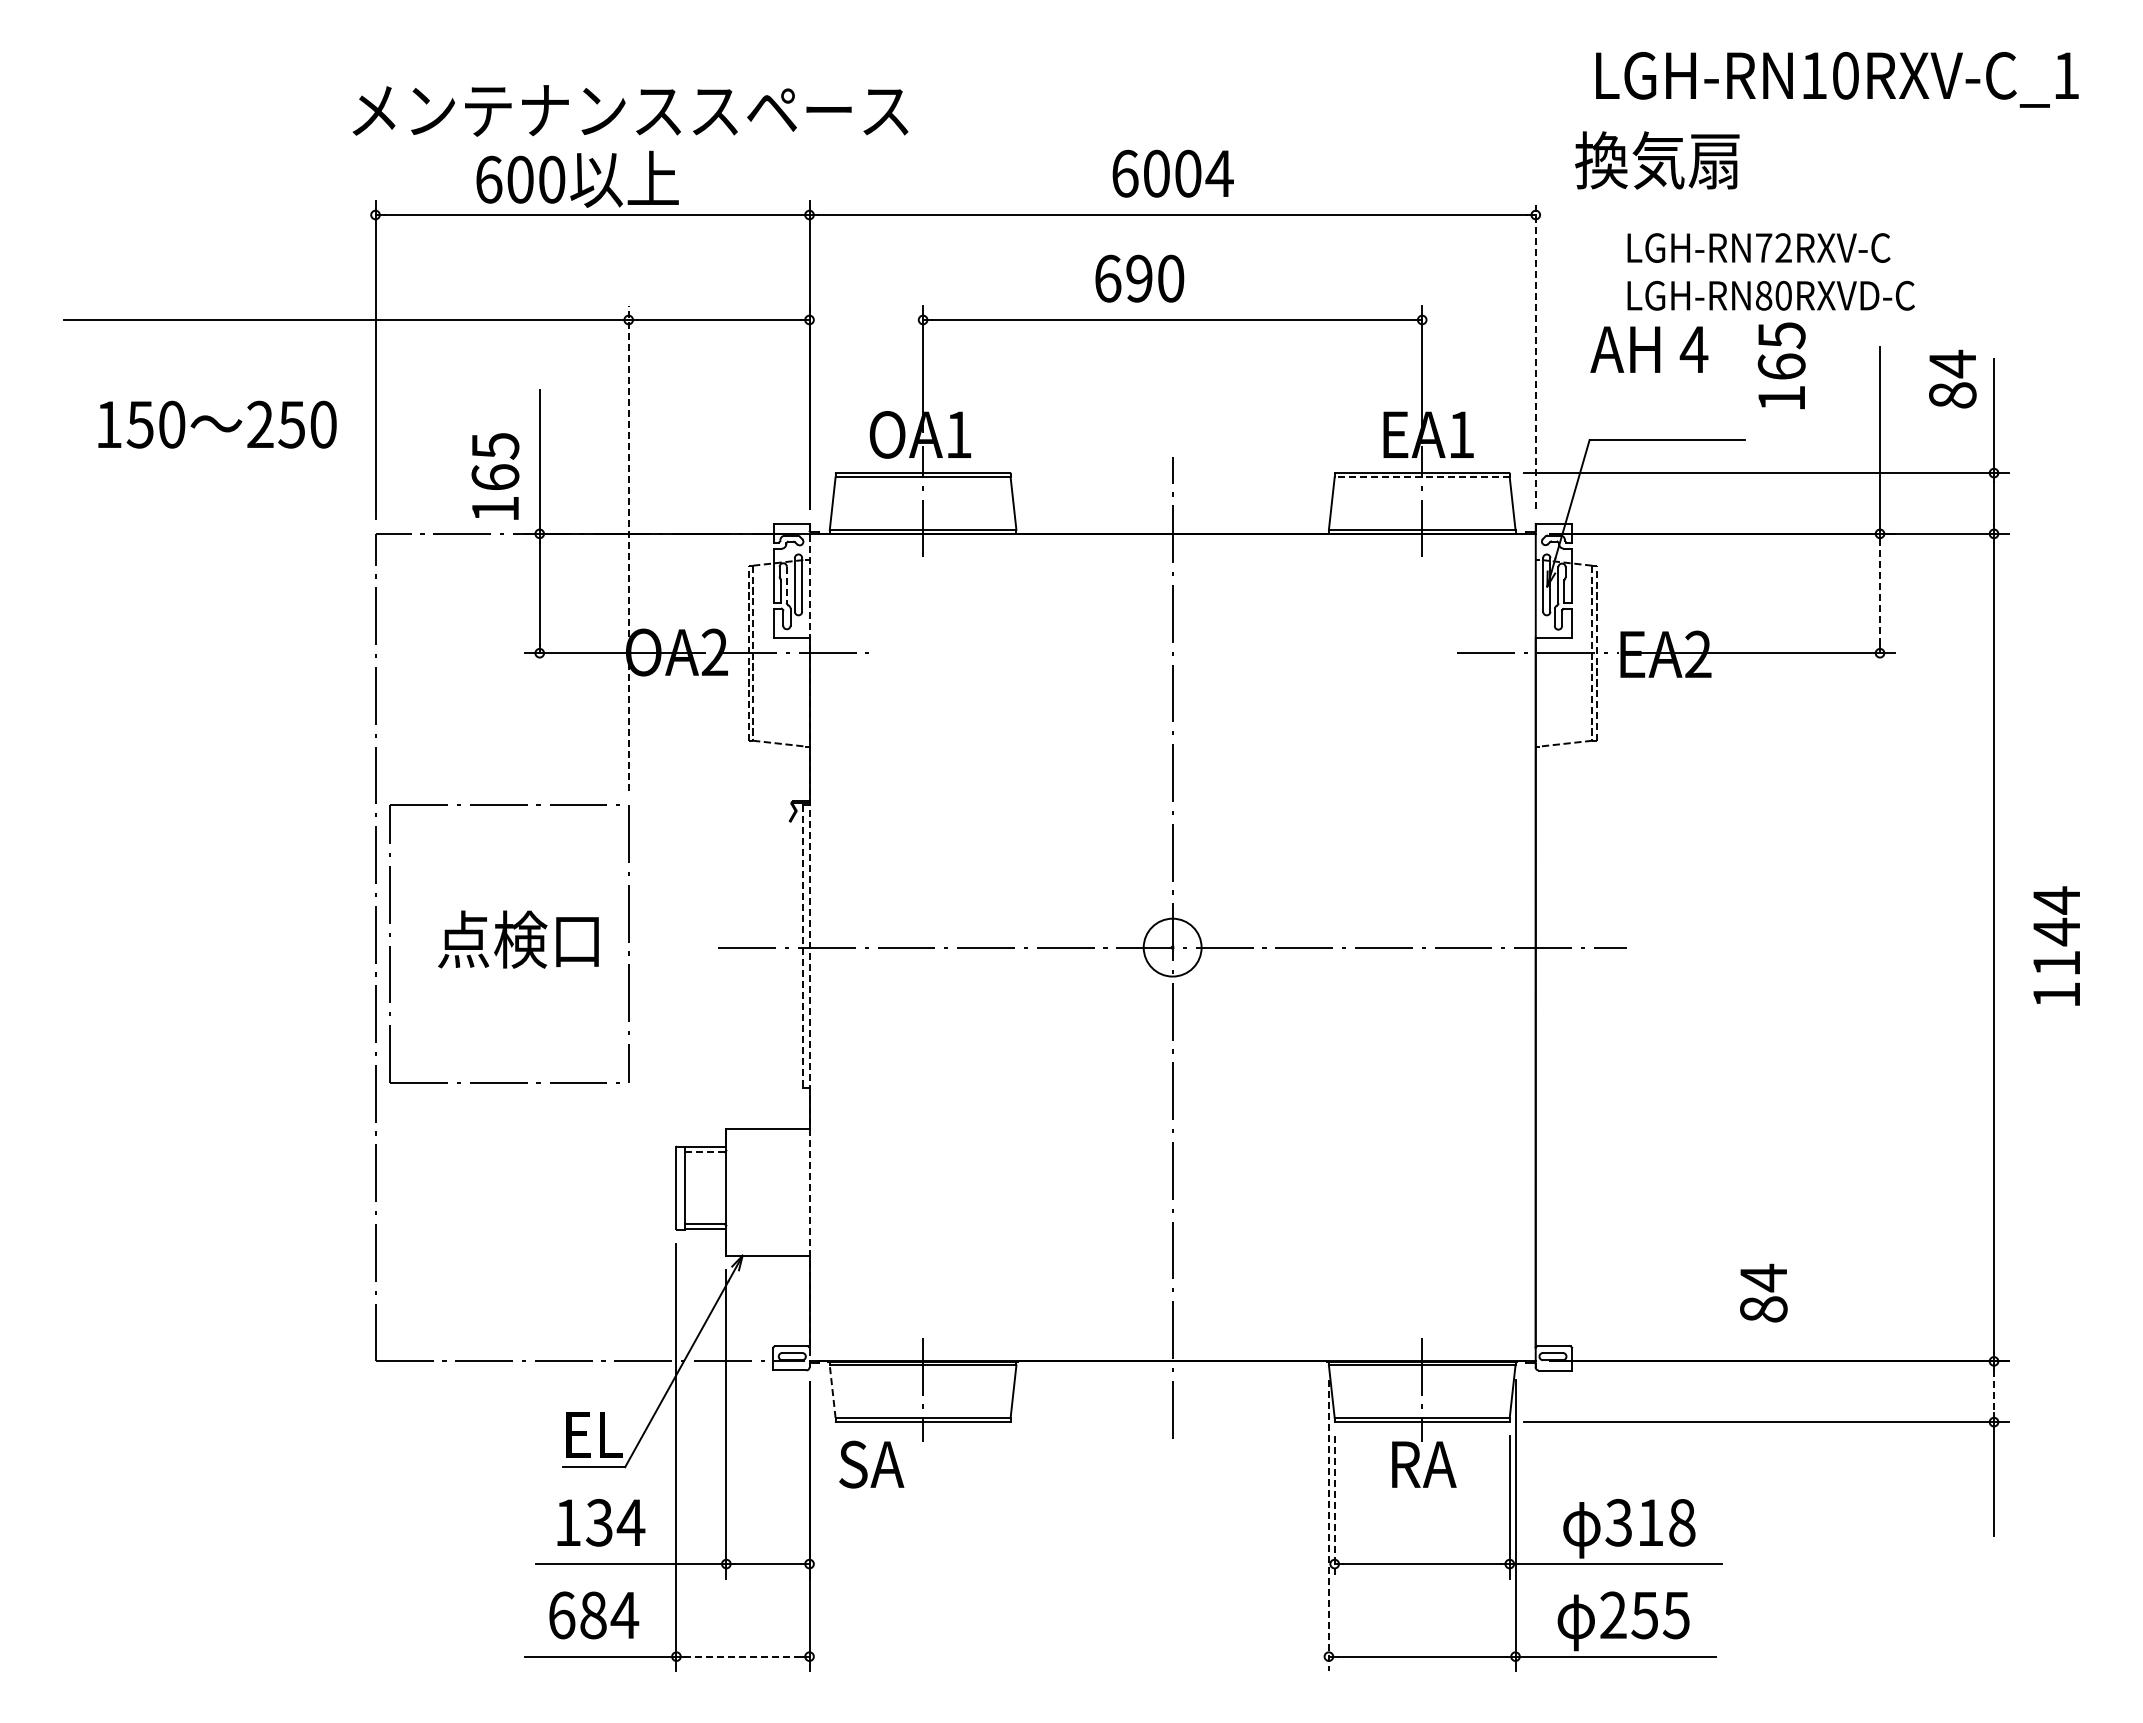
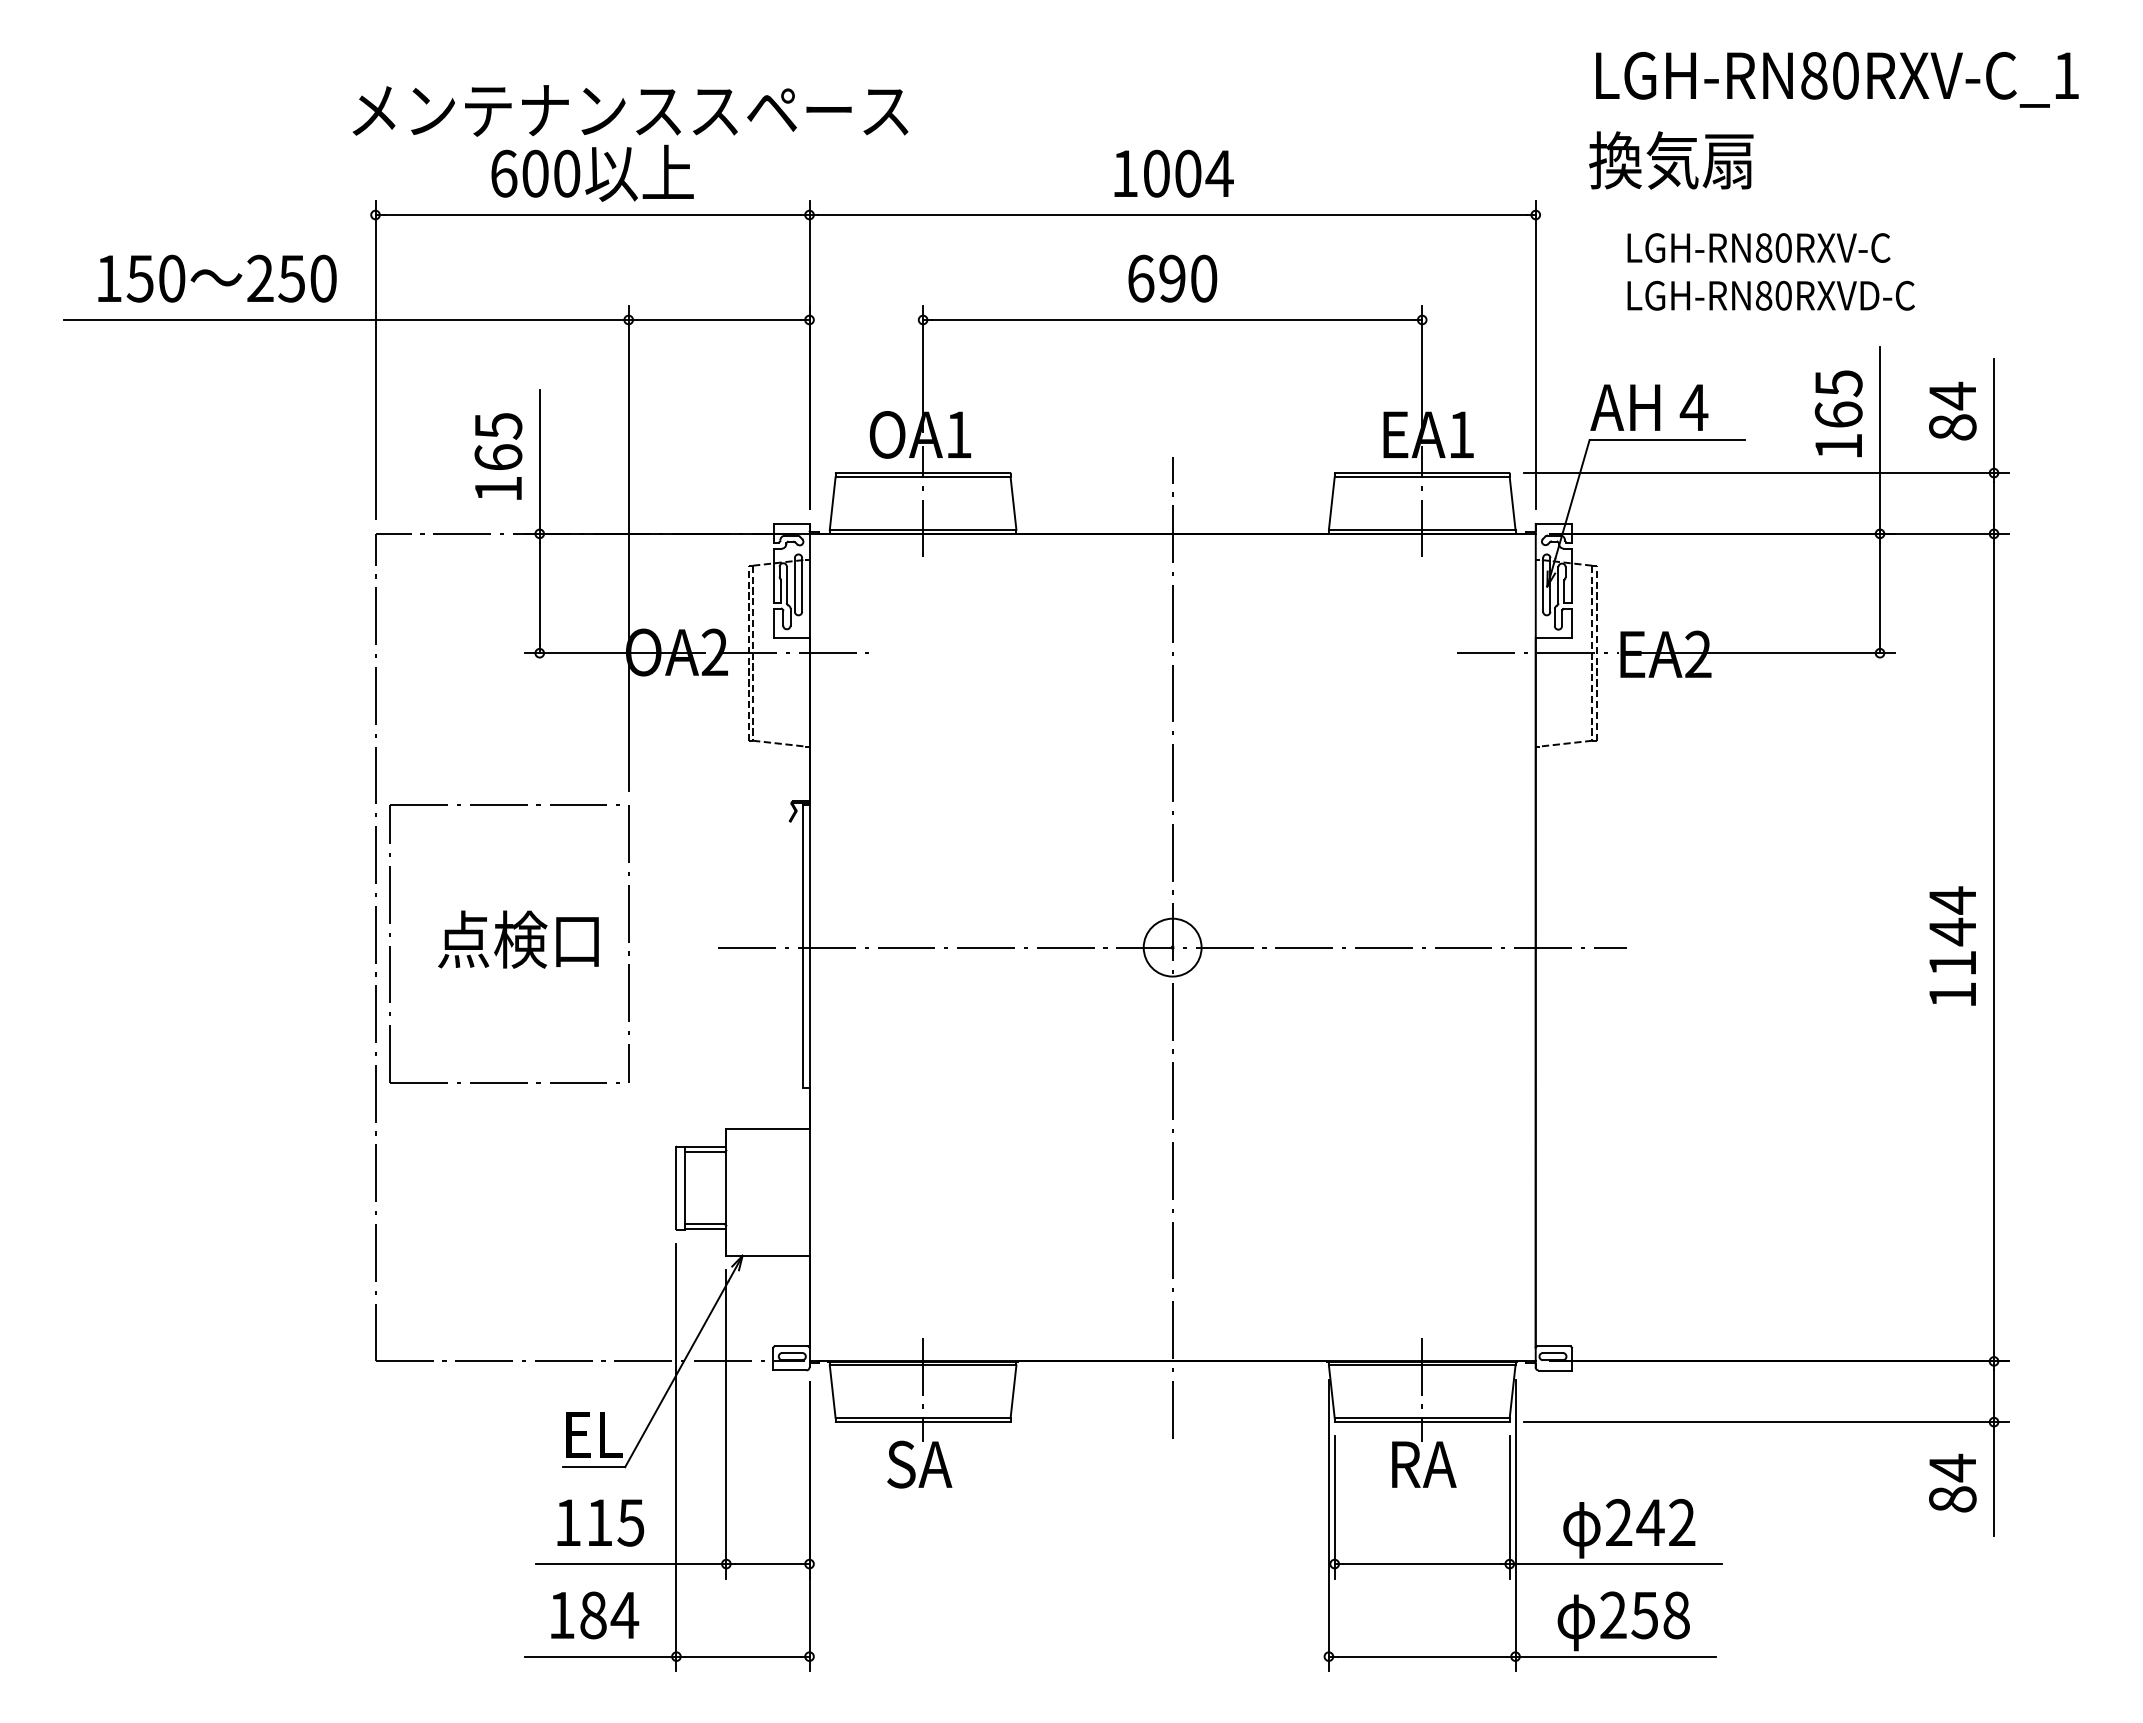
text at (1814, 75): LGH-RN10RXV-C_1 -> LGH-RN80RXV-C_1
text at (1657, 160) position: (1657, 160) -> (1671, 160)
text at (1125, 173): 6004 -> 1004
text at (577, 178) position: (577, 178) -> (592, 172)
text at (1773, 247): LGH-RN72RXV-C -> LGH-RN80RXV-C
text at (1139, 278) position: (1139, 278) -> (1172, 278)
text at (1649, 349) position: (1649, 349) -> (1649, 407)
line at (1535, 354): dashed -> solid
text at (1781, 365) position: (1781, 365) -> (1838, 413)
text at (1952, 378) position: (1952, 378) -> (1952, 410)
text at (217, 424) position: (217, 424) -> (217, 278)
text at (495, 476) position: (495, 476) -> (498, 456)
line at (1422, 477): dashed -> solid
line at (628, 548): dashed -> solid
line at (786, 585): dashed -> solid
line at (1880, 593): dashed -> solid
line at (809, 945): dashed -> solid
text at (2056, 945) position: (2056, 945) -> (1952, 945)
line at (802, 946): dashed -> solid
line at (705, 1152): dashed -> solid
text at (1763, 1292) position: (1763, 1292) -> (1952, 1482)
line at (832, 1391): dashed -> solid
line at (1994, 1391): dashed -> solid
text at (871, 1464) position: (871, 1464) -> (919, 1464)
line at (1334, 1507): dashed -> solid
text at (615, 1522): 134 -> 115
text at (1650, 1522): 318 -> 242
line at (1328, 1525): dashed -> solid
text at (562, 1615): 684 -> 184
text at (1675, 1615): 255 -> 258
line at (742, 1656): dashed -> solid
